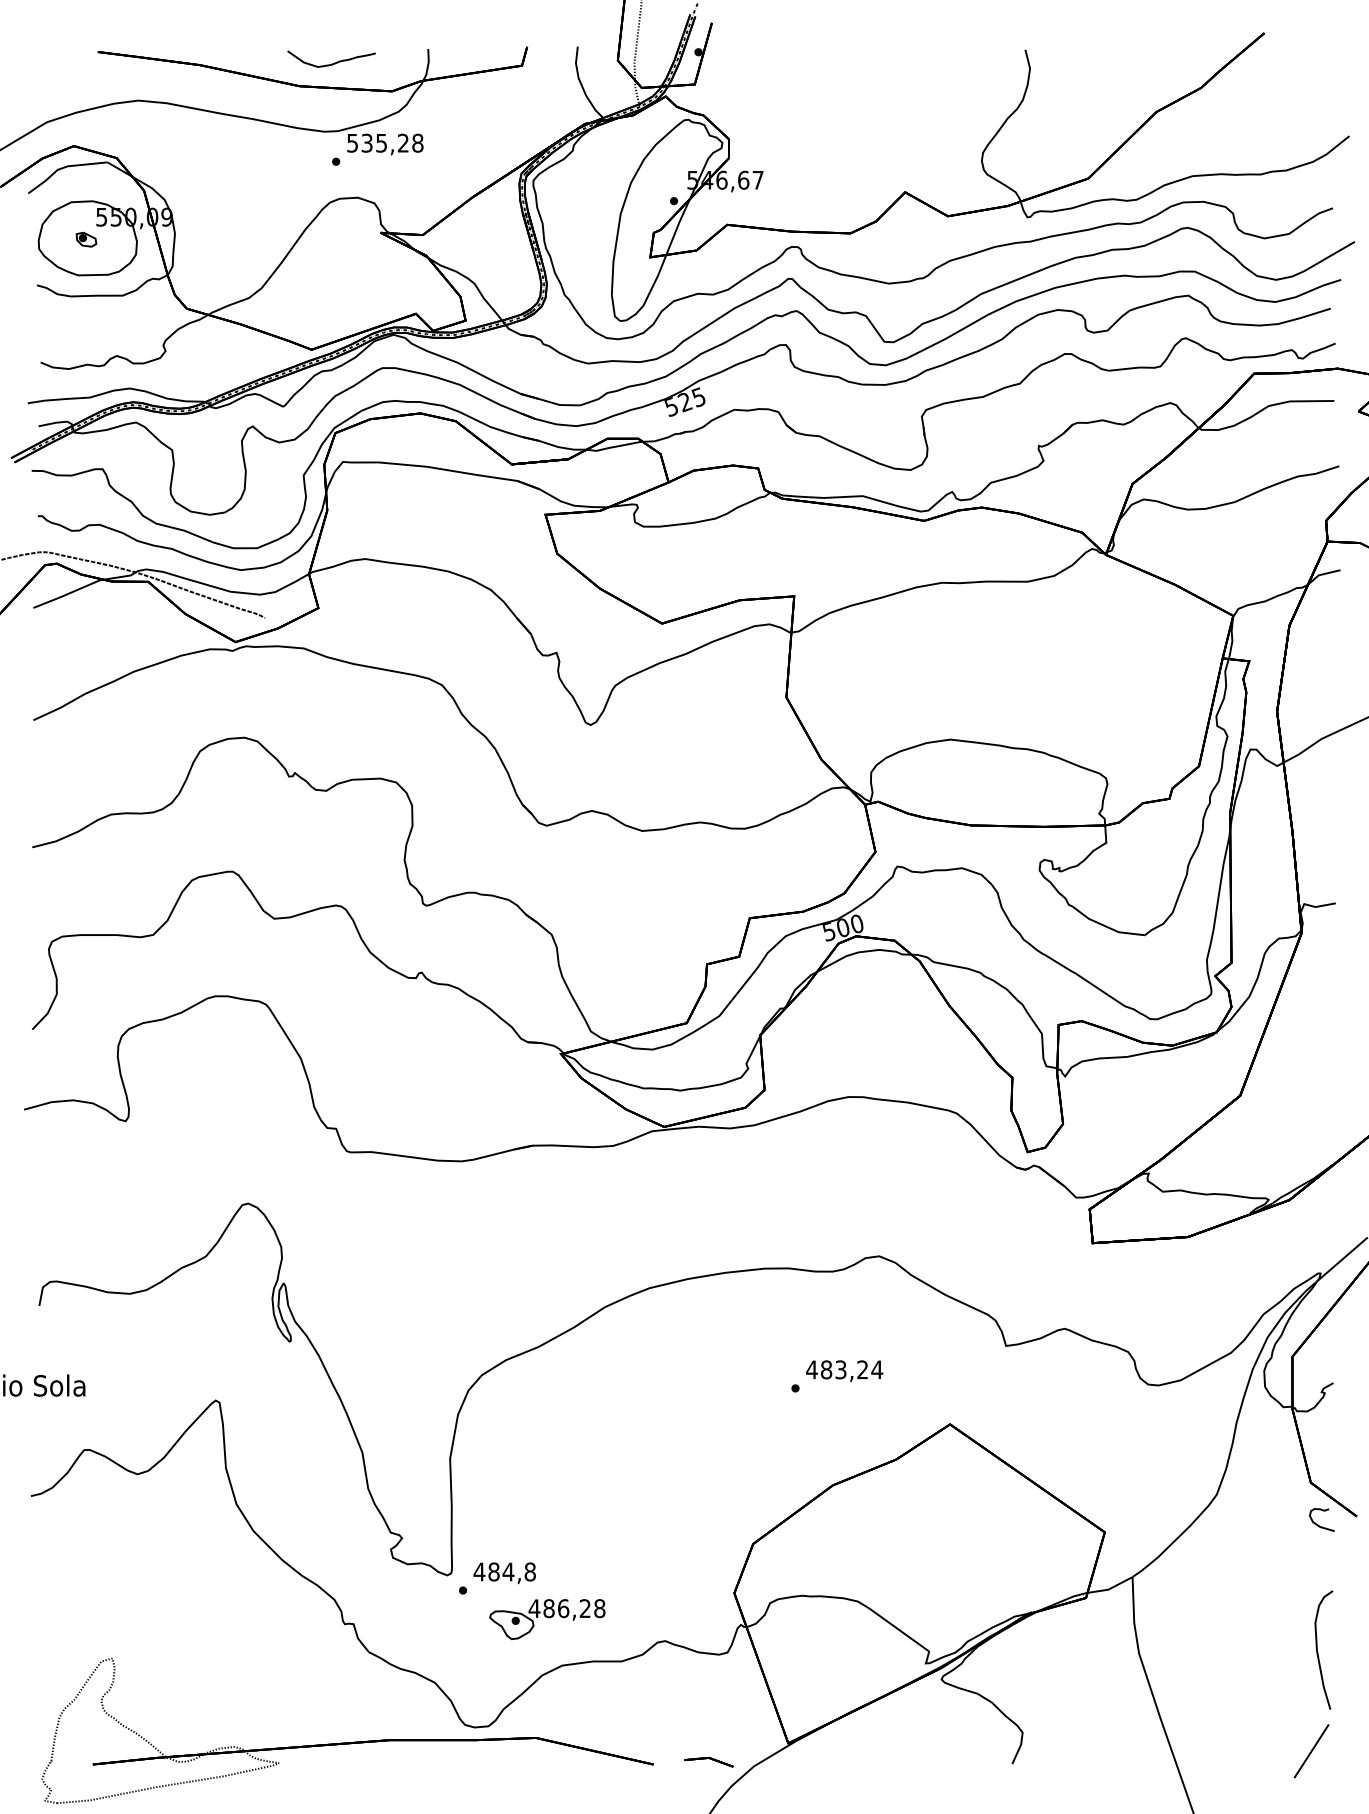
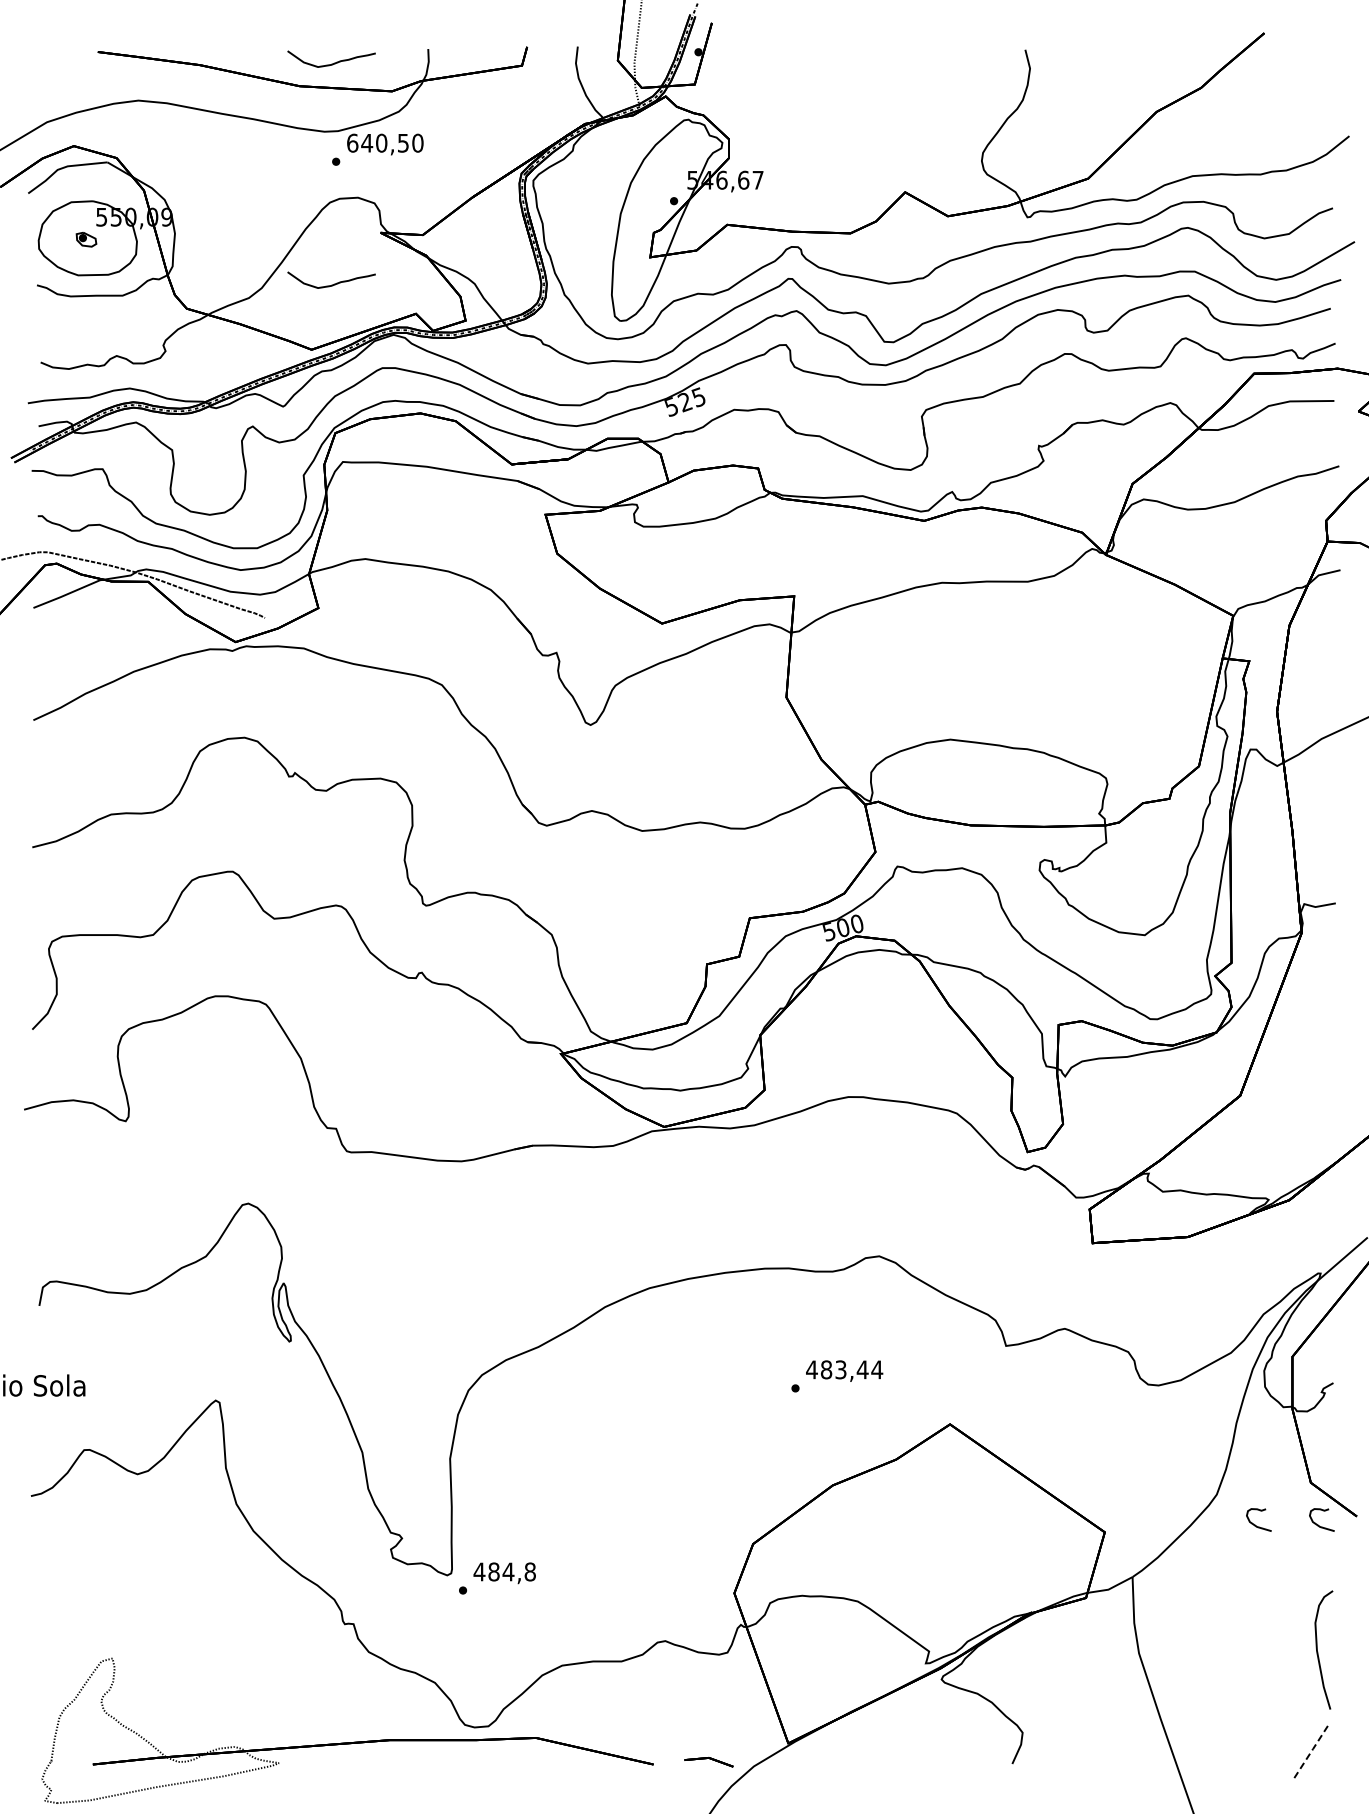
text at (385, 142): 535,28 -> 640,50
curve at (334, 283): none -> present
text at (862, 1369): 483,24 -> 483,44
curve at (1255, 1524): none -> present
part at (547, 1619): present -> none
line at (1312, 1750): solid -> dashed
